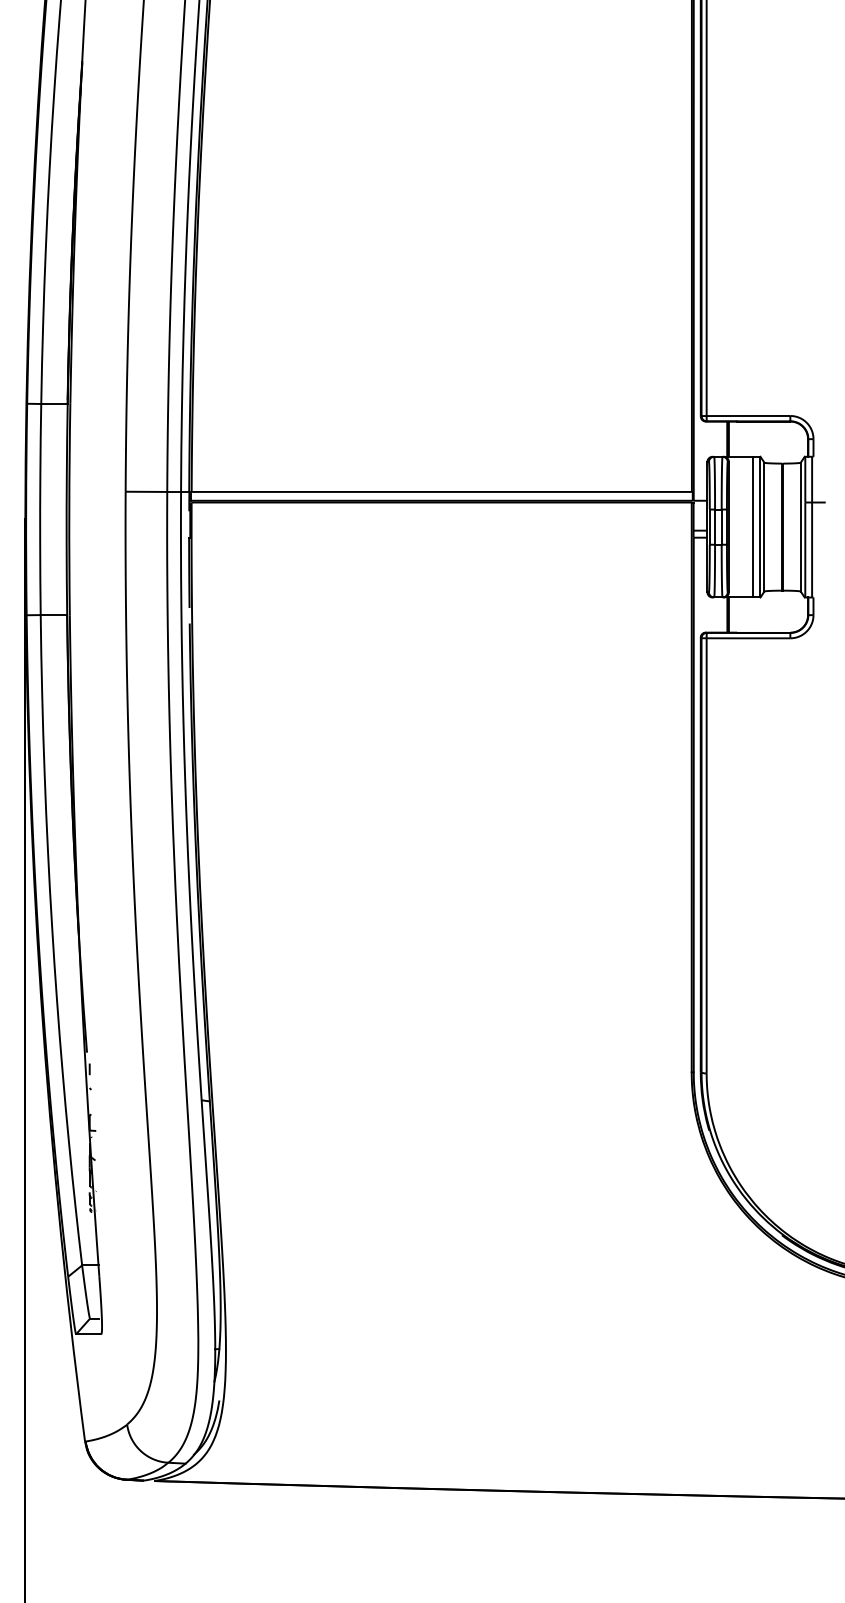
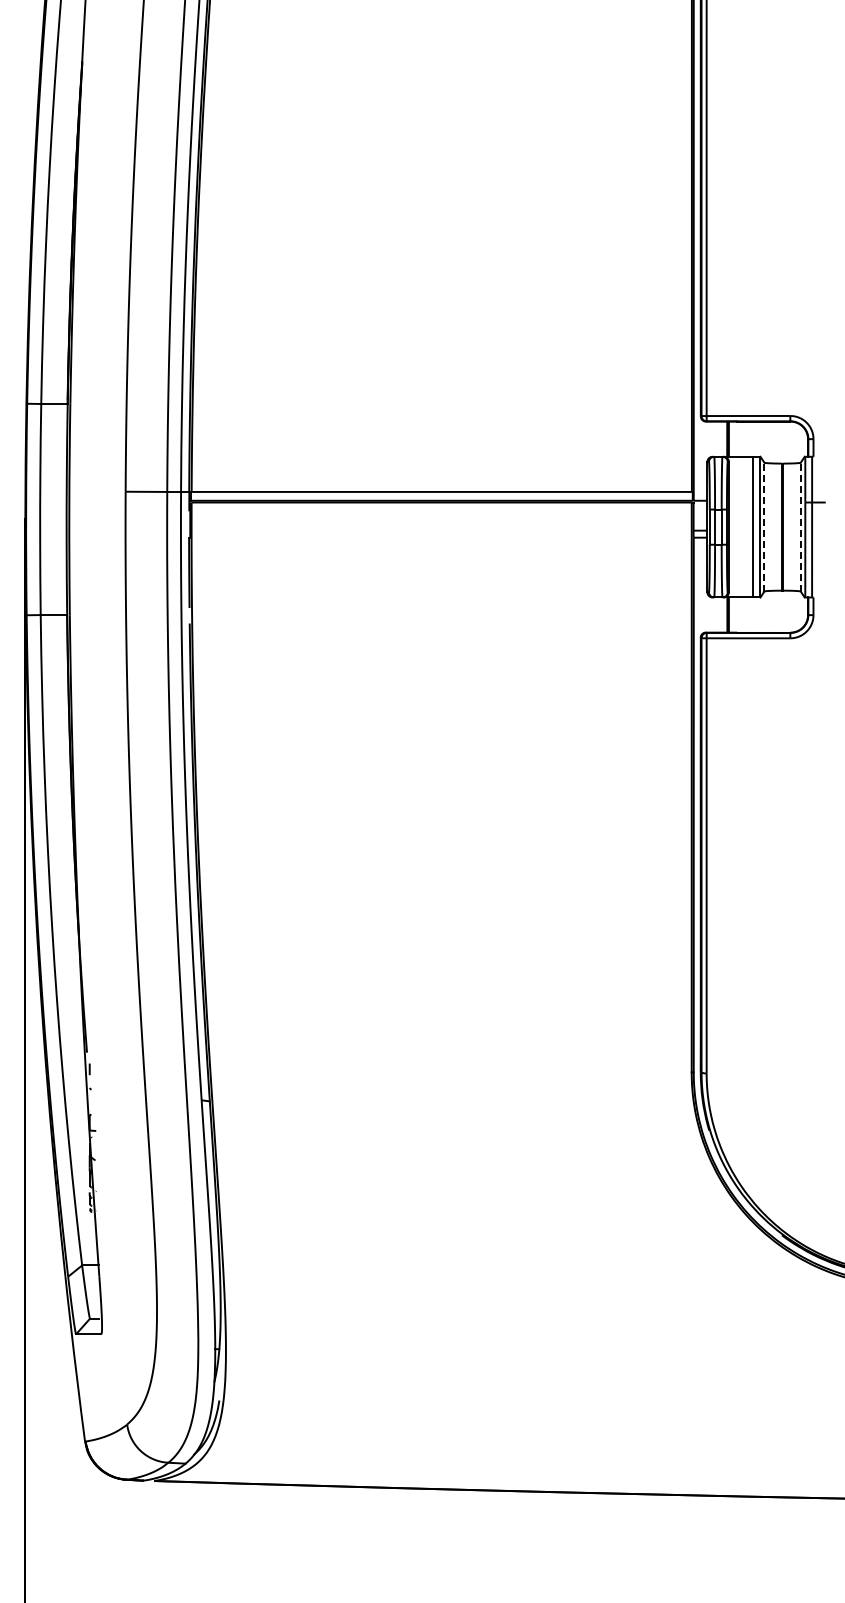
line at (764, 526): solid -> dashed
line at (800, 526): solid -> dashed
